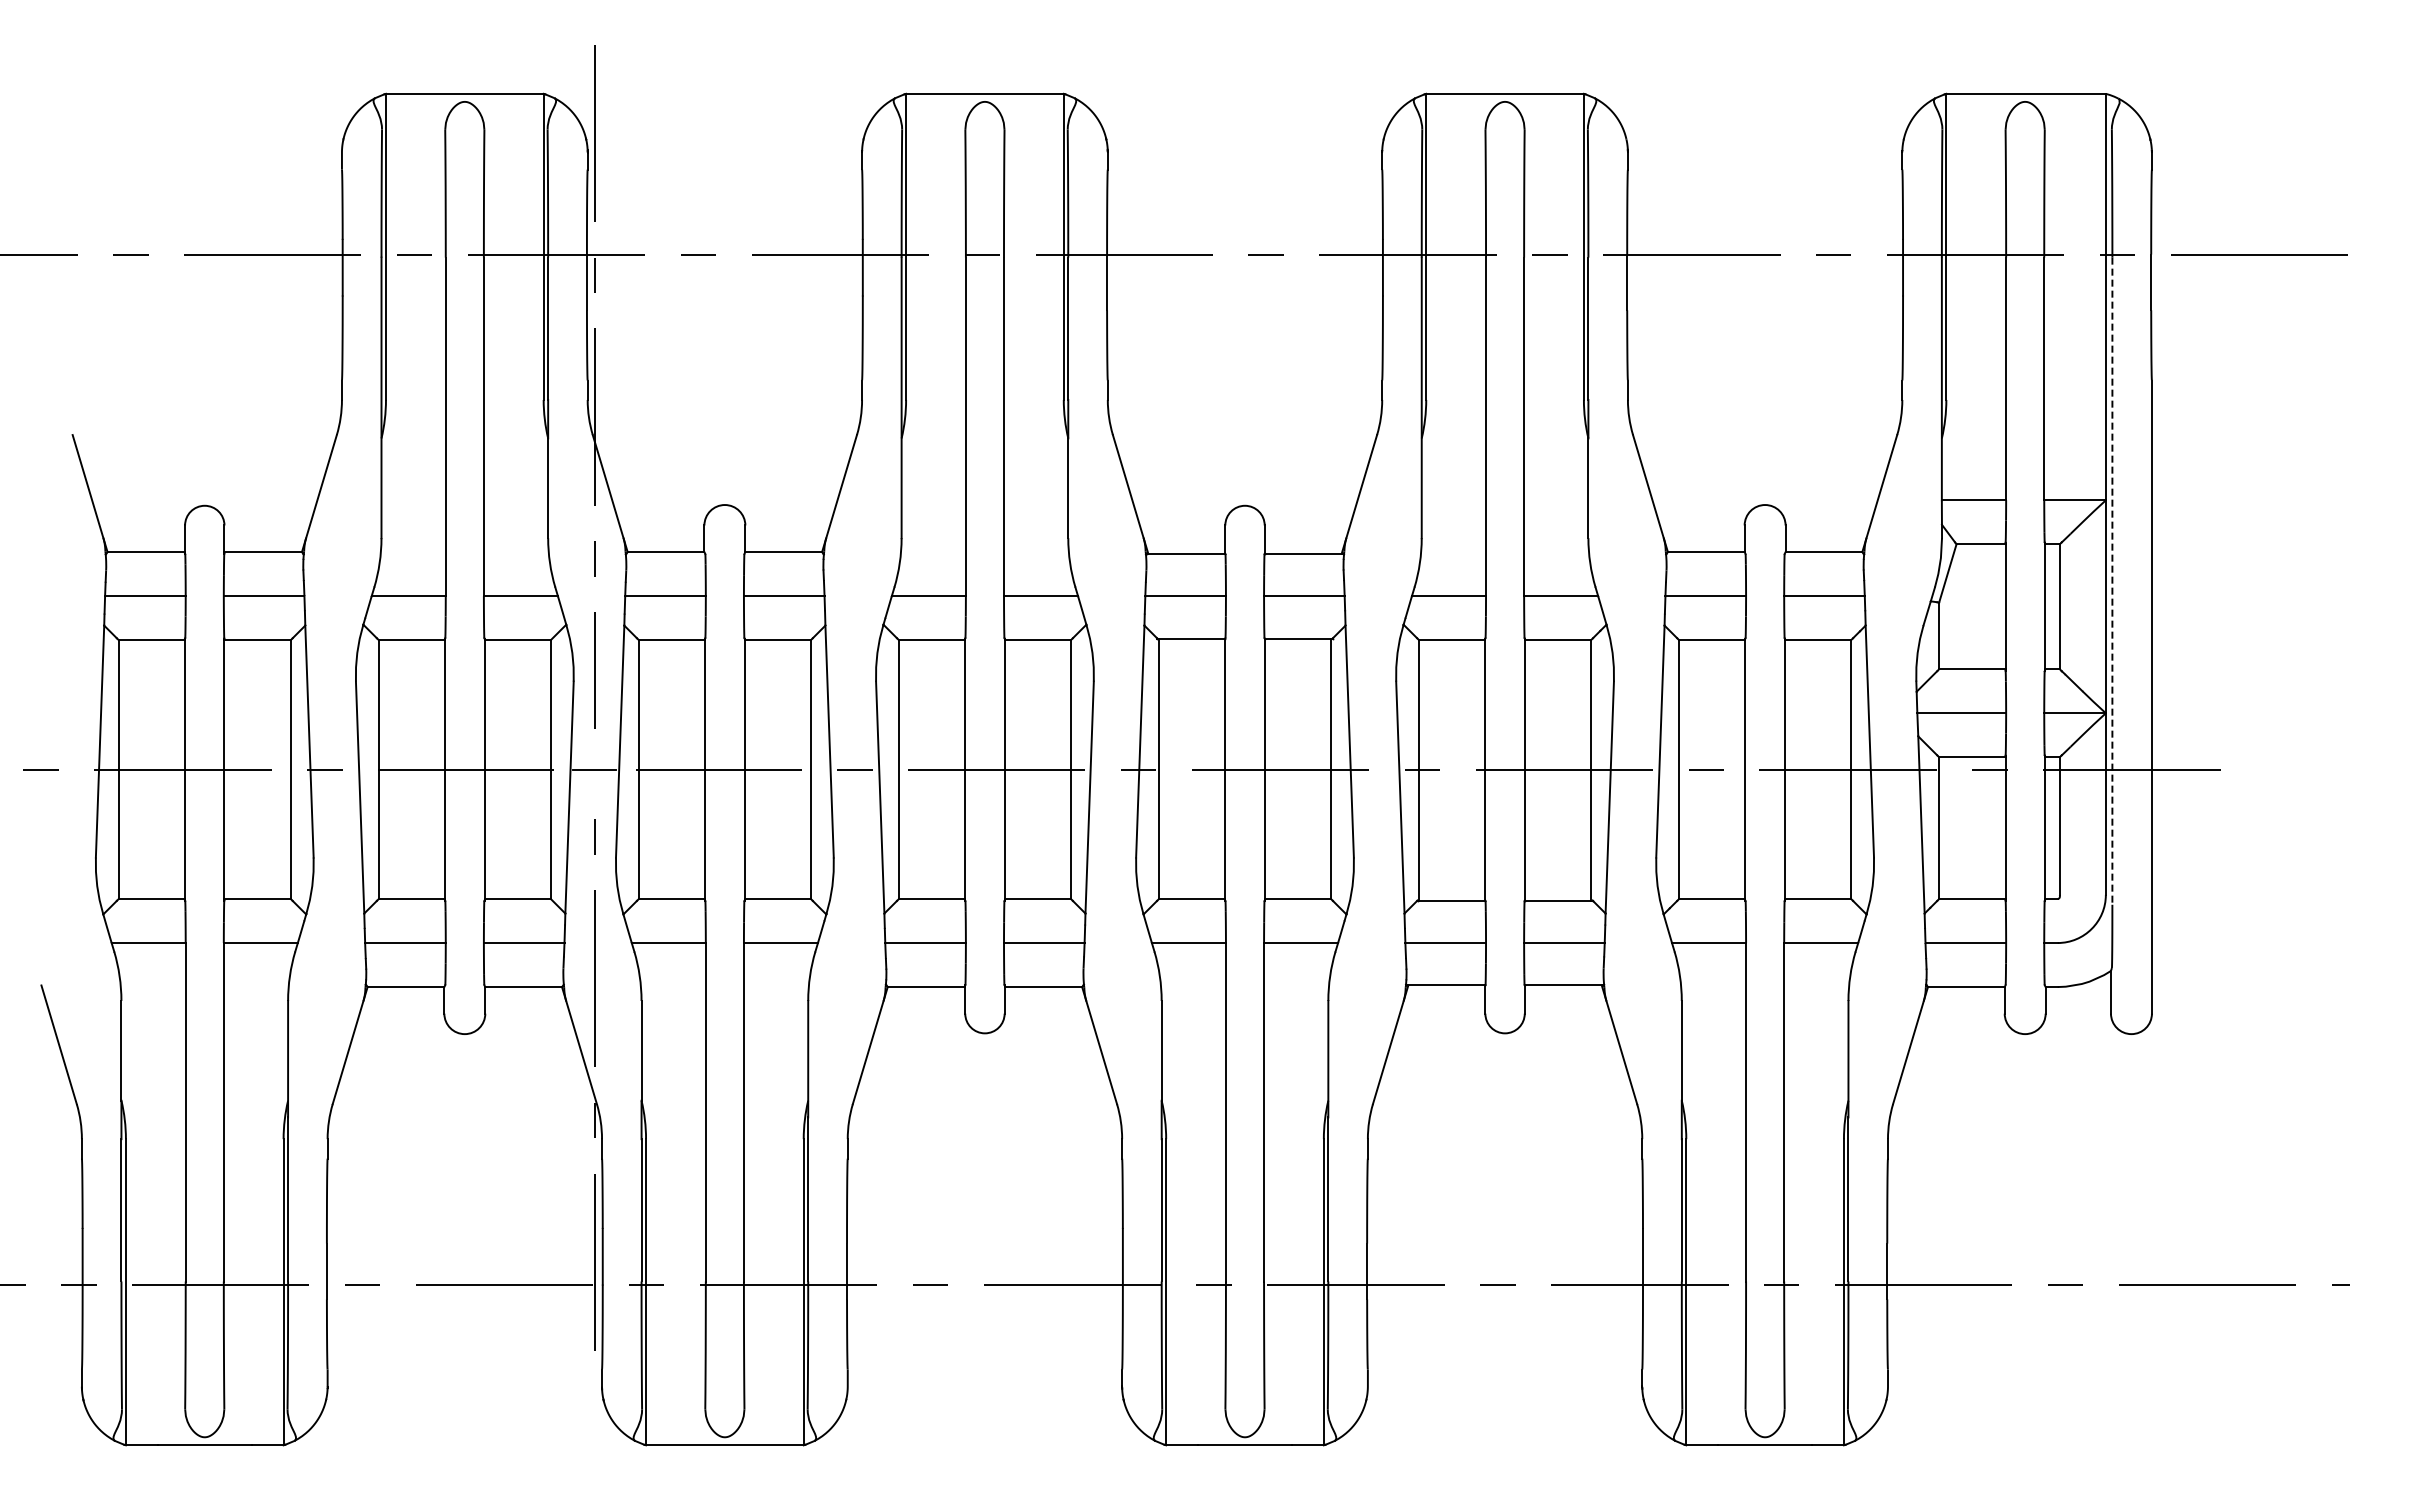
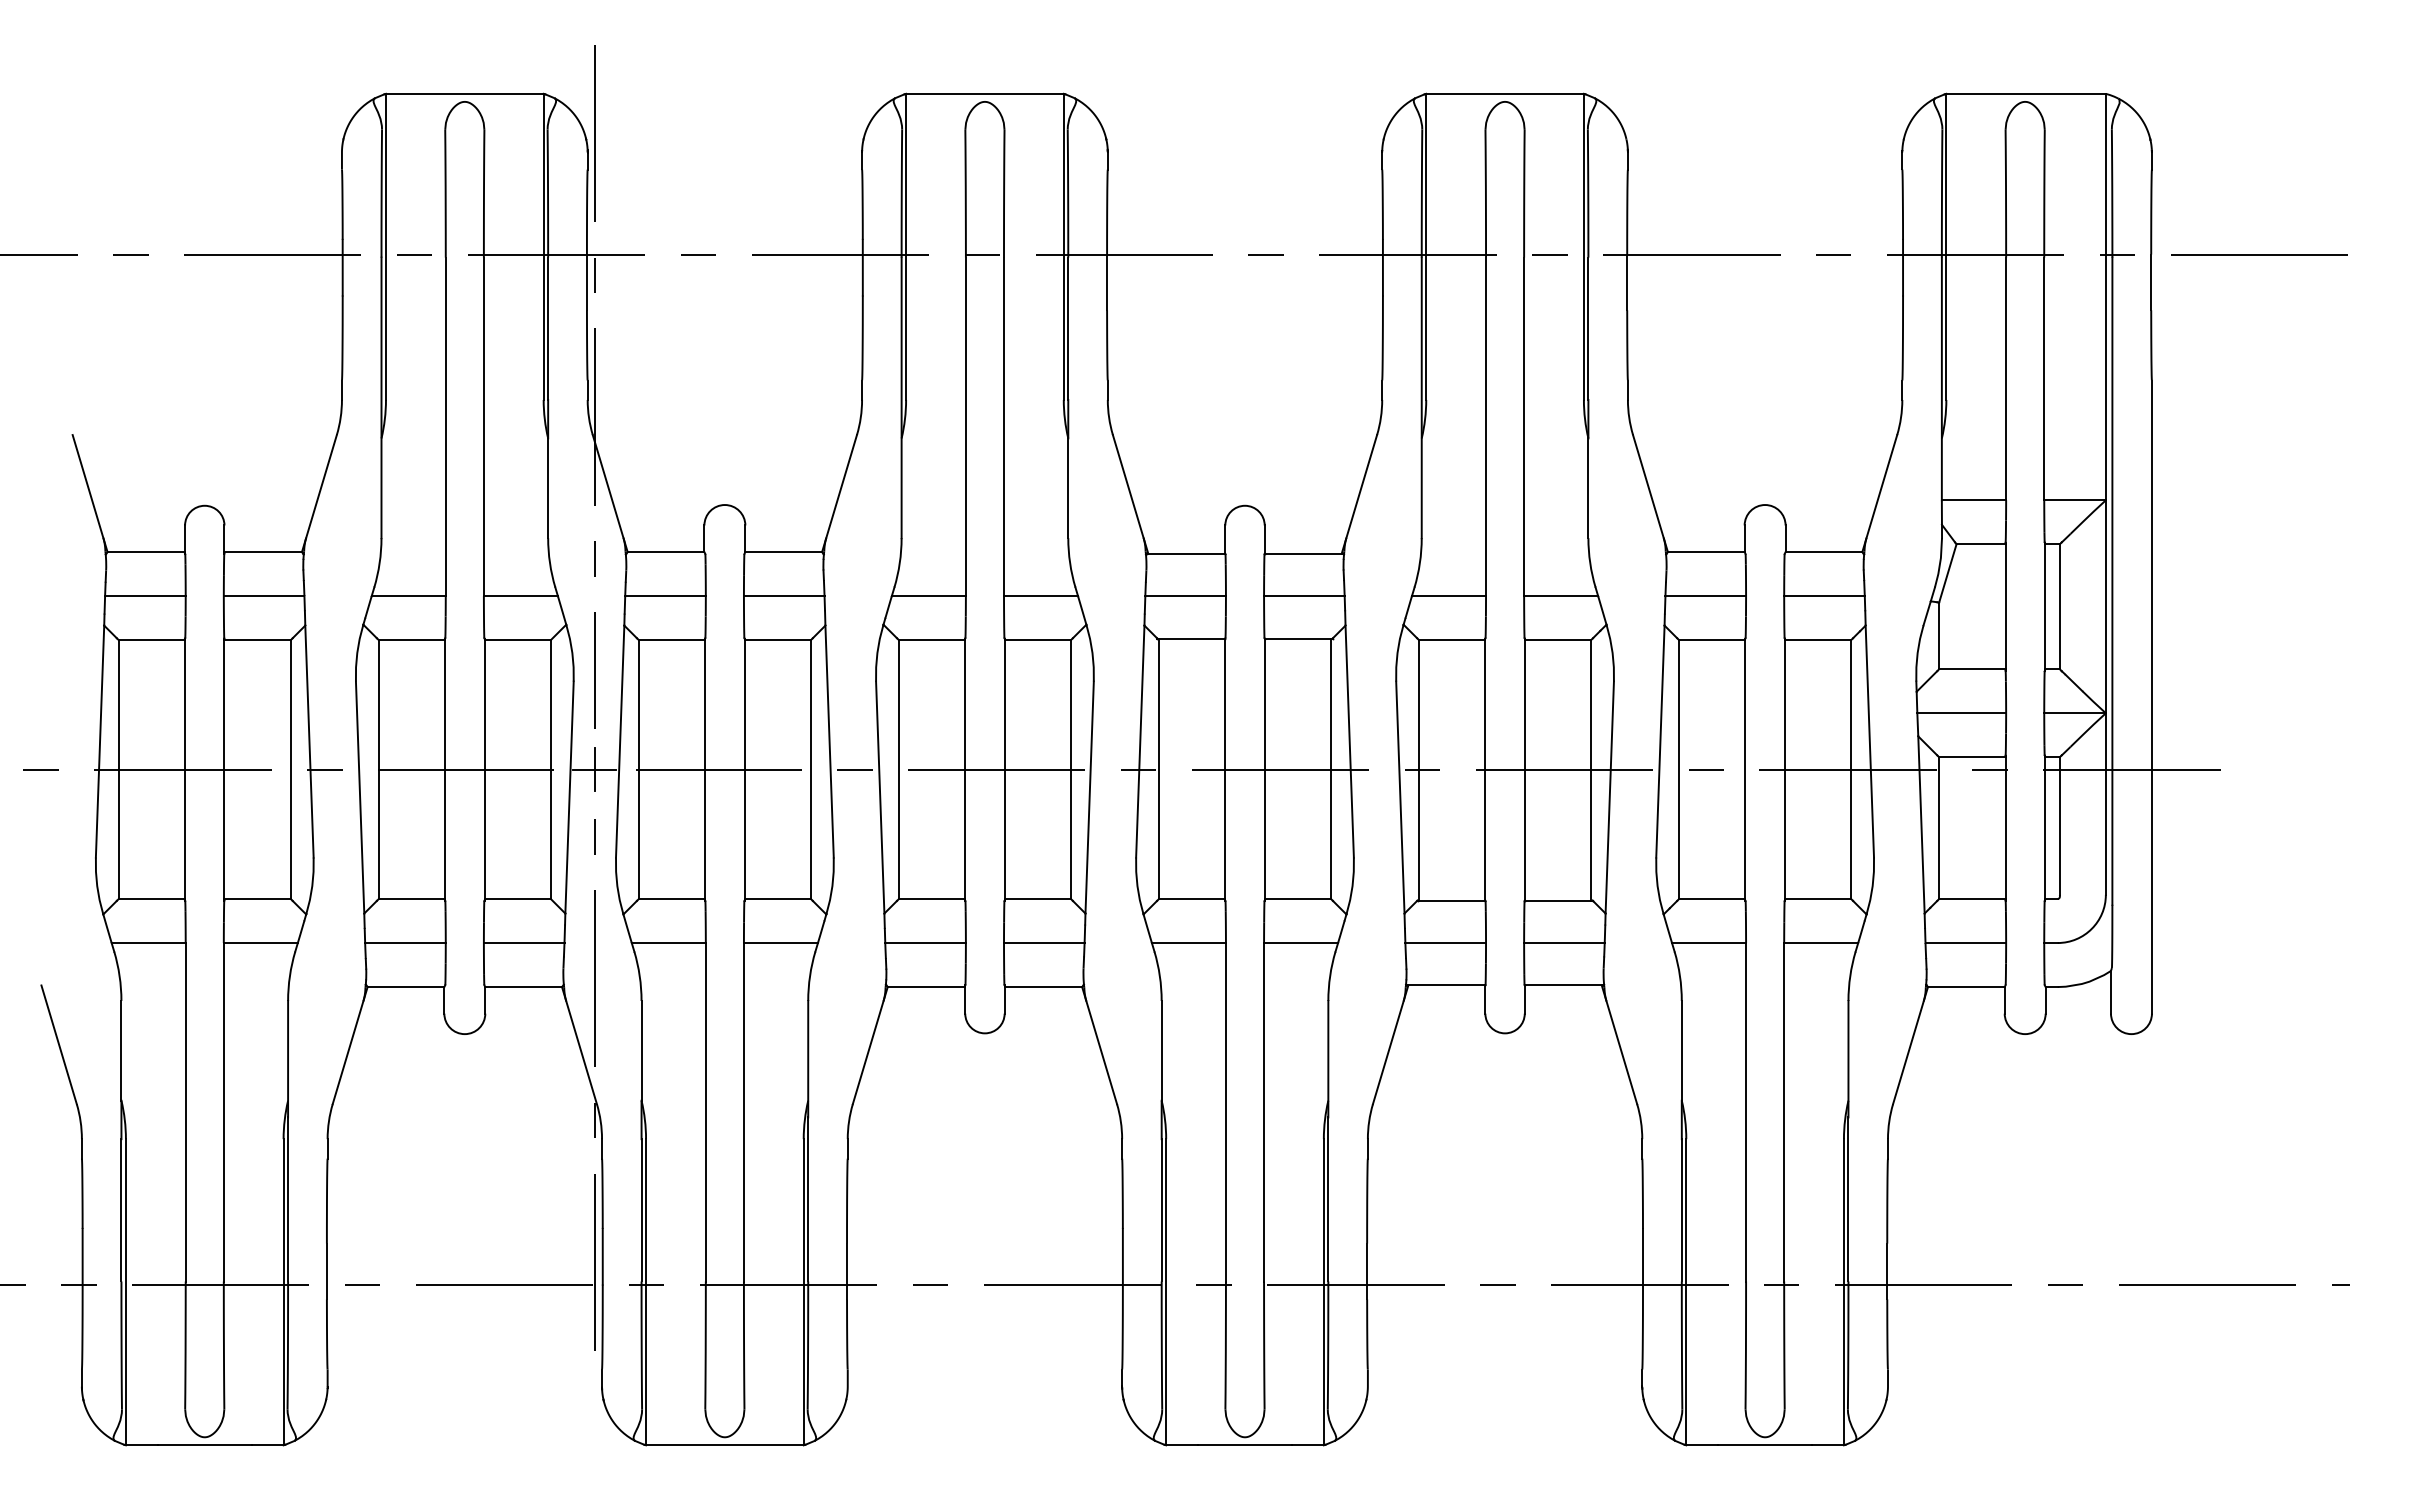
line at (2112, 581): dashed -> solid
line at (594, 769): none -> present
